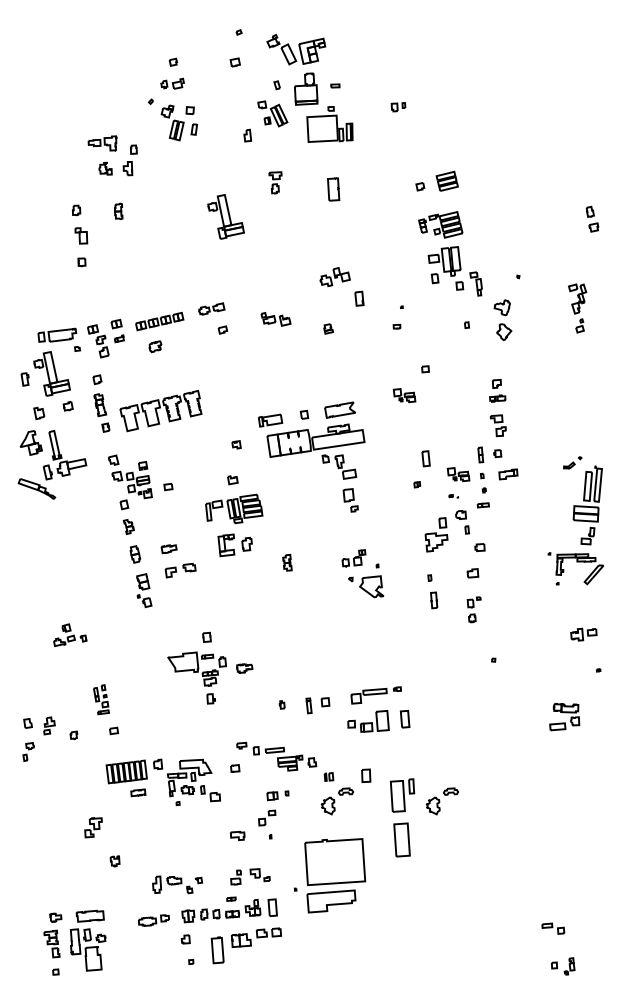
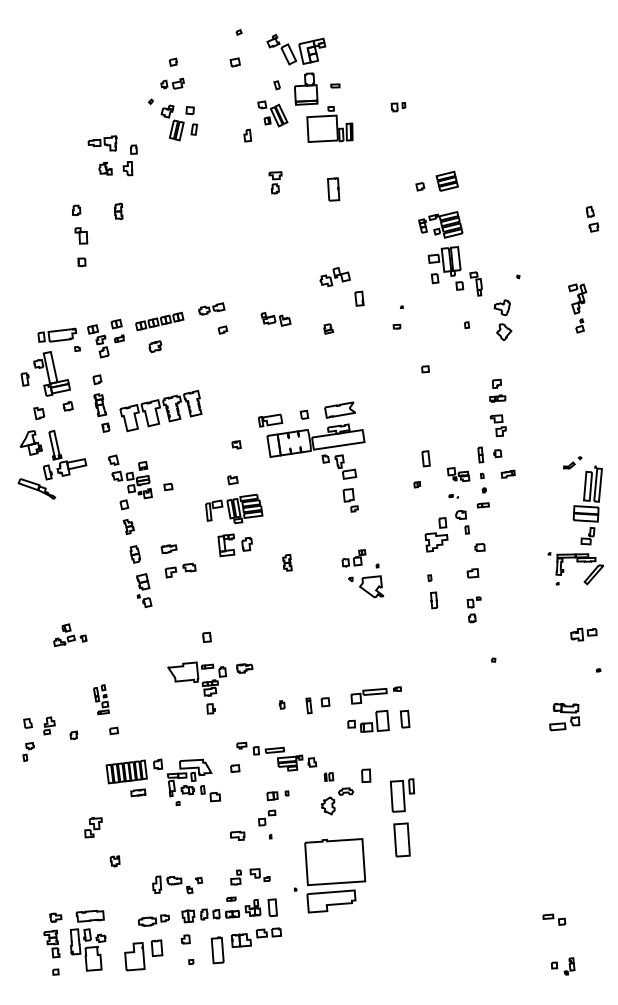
part at (225, 216): present -> none
part at (404, 395): present -> none
part at (508, 474) size: 21x13 px -> 16x10 px
part at (196, 677) position: (196, 677) -> (196, 687)
part at (441, 801): present -> none
part at (553, 928) position: (553, 928) -> (554, 919)
part at (143, 955): none -> present
